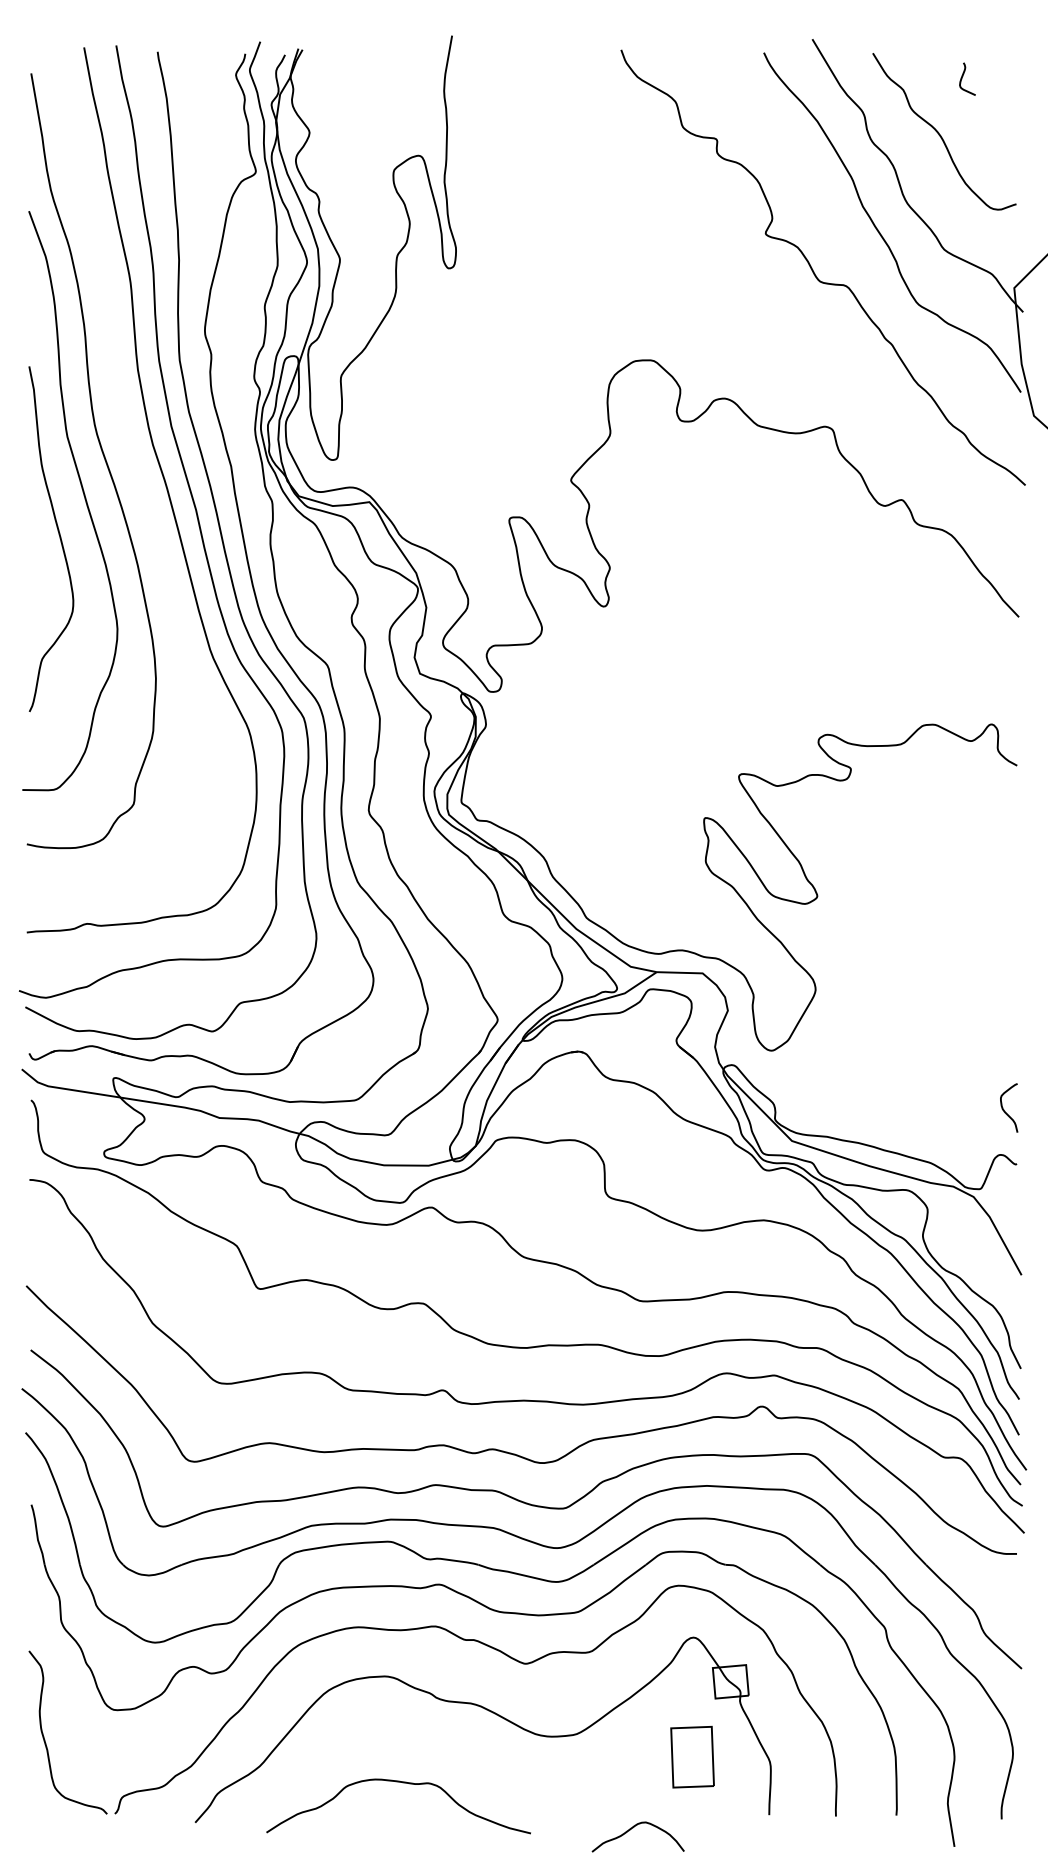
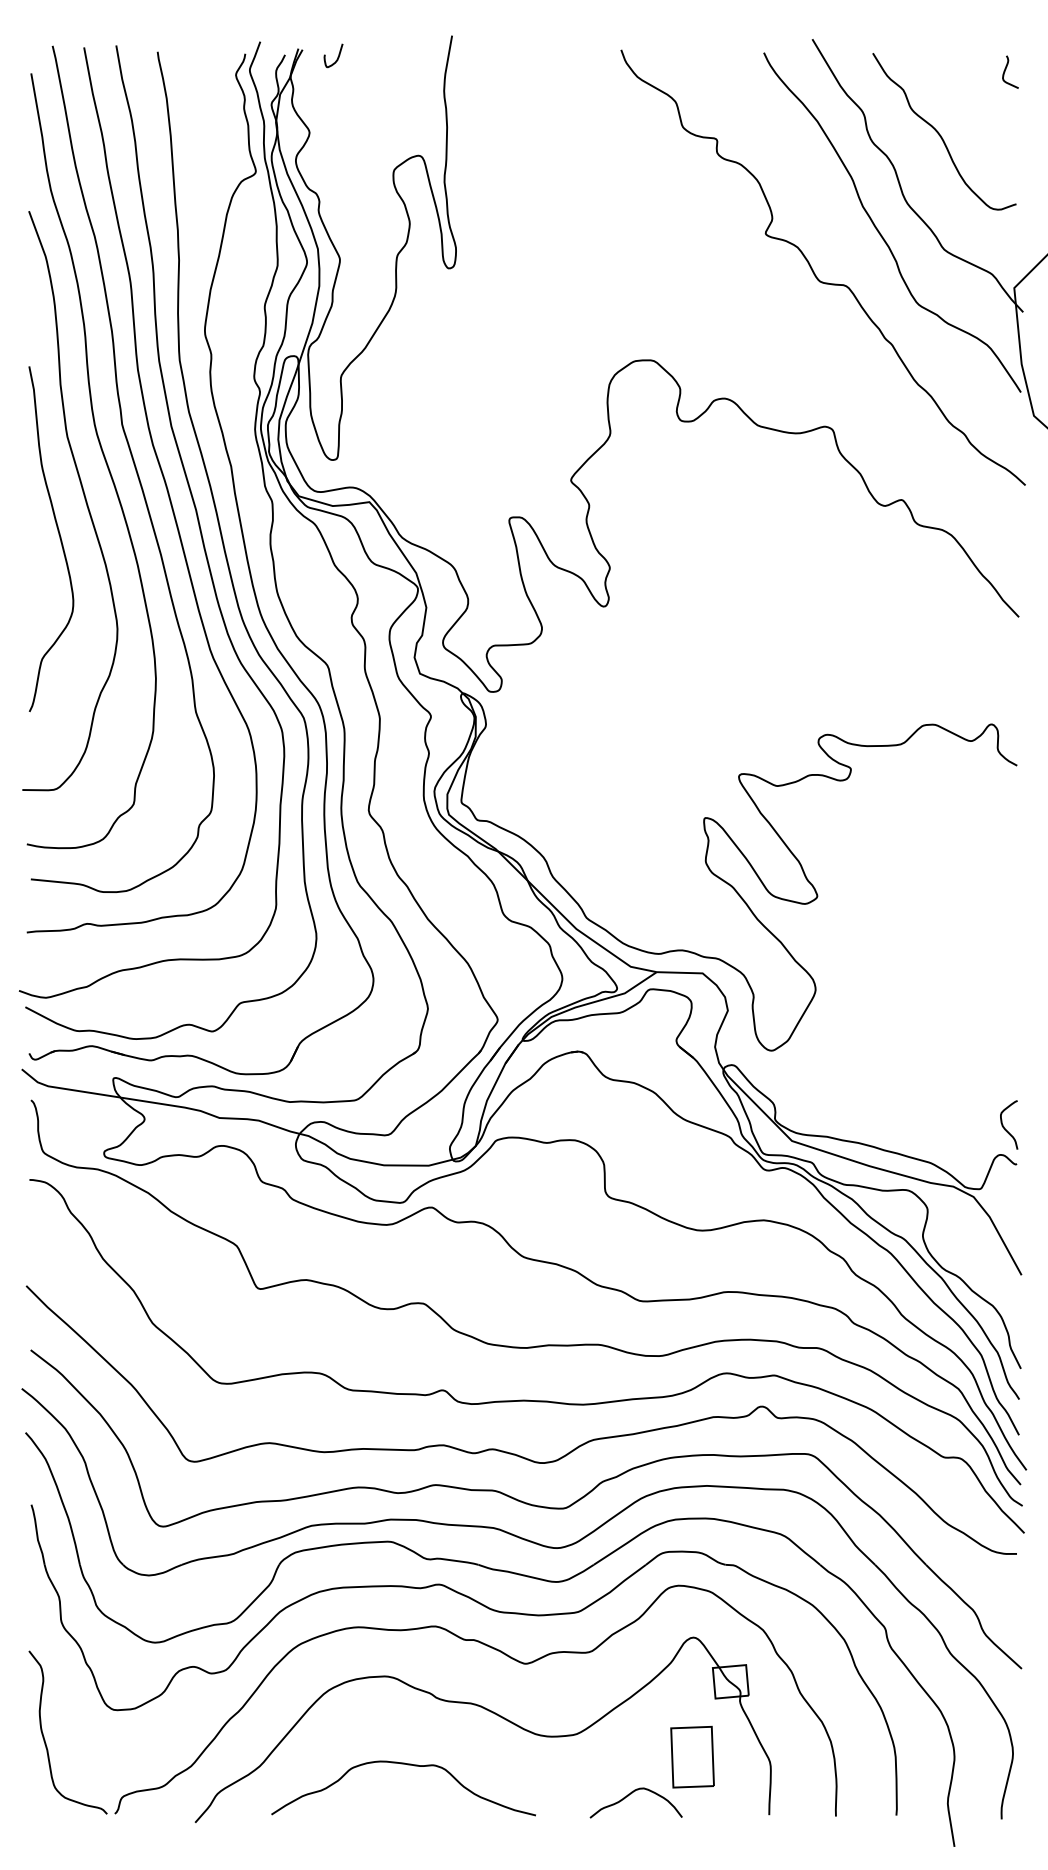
curve at (337, 56): none -> present
curve at (963, 76) position: (963, 76) -> (1006, 69)
curve at (133, 464): none -> present
curve at (1004, 1109) position: (1004, 1109) -> (1004, 1126)
curve at (402, 1783) position: (402, 1783) -> (407, 1765)
curve at (633, 1828) position: (633, 1828) -> (631, 1794)
